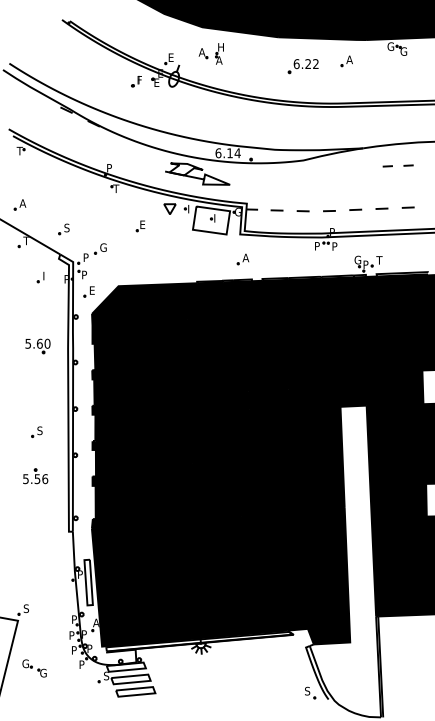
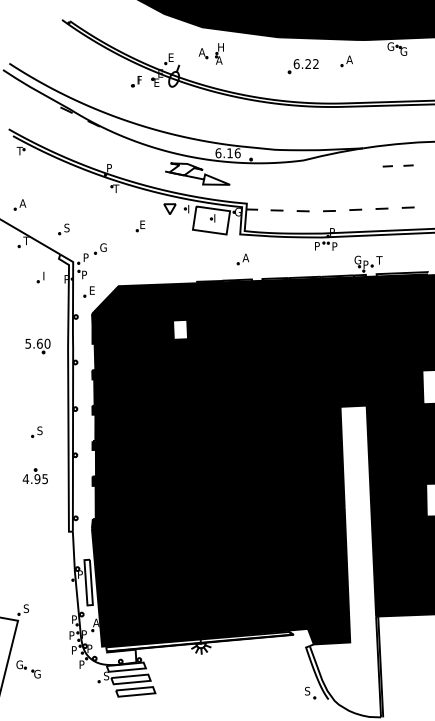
text at (237, 153): 6.14 -> 6.16
fill at (180, 329): present -> none
text at (35, 479): 5.56 -> 4.95
part at (34, 668) position: (34, 668) -> (28, 669)
